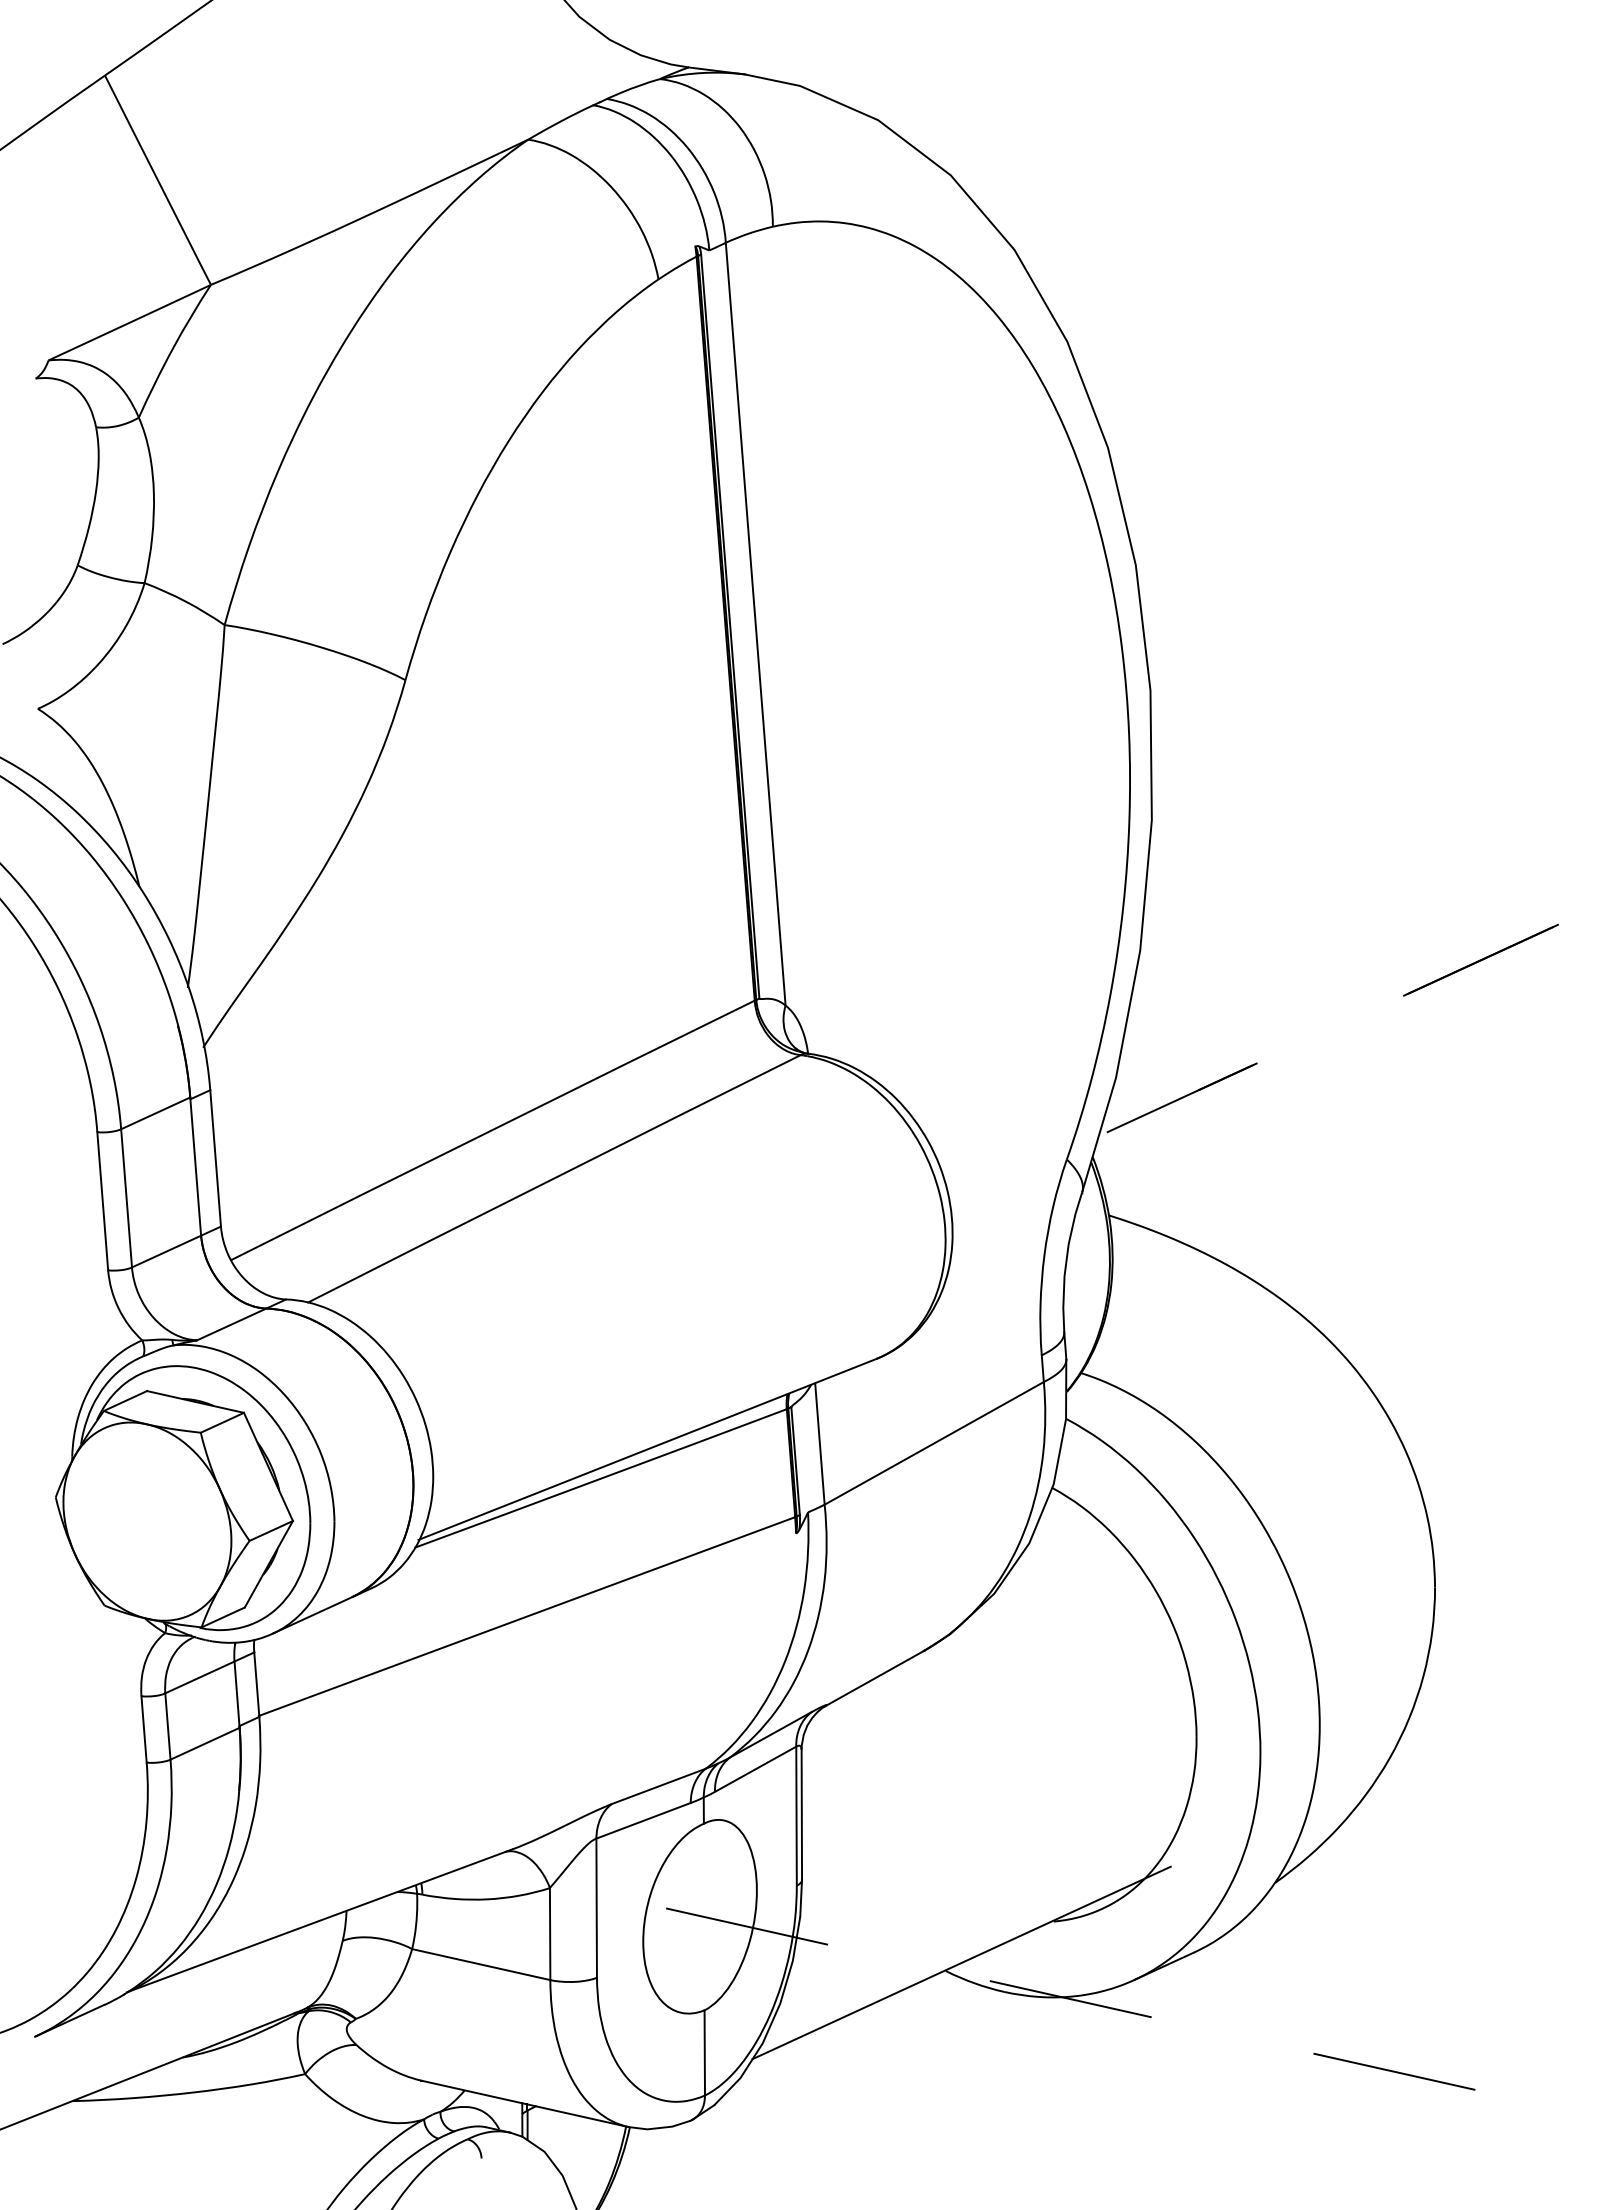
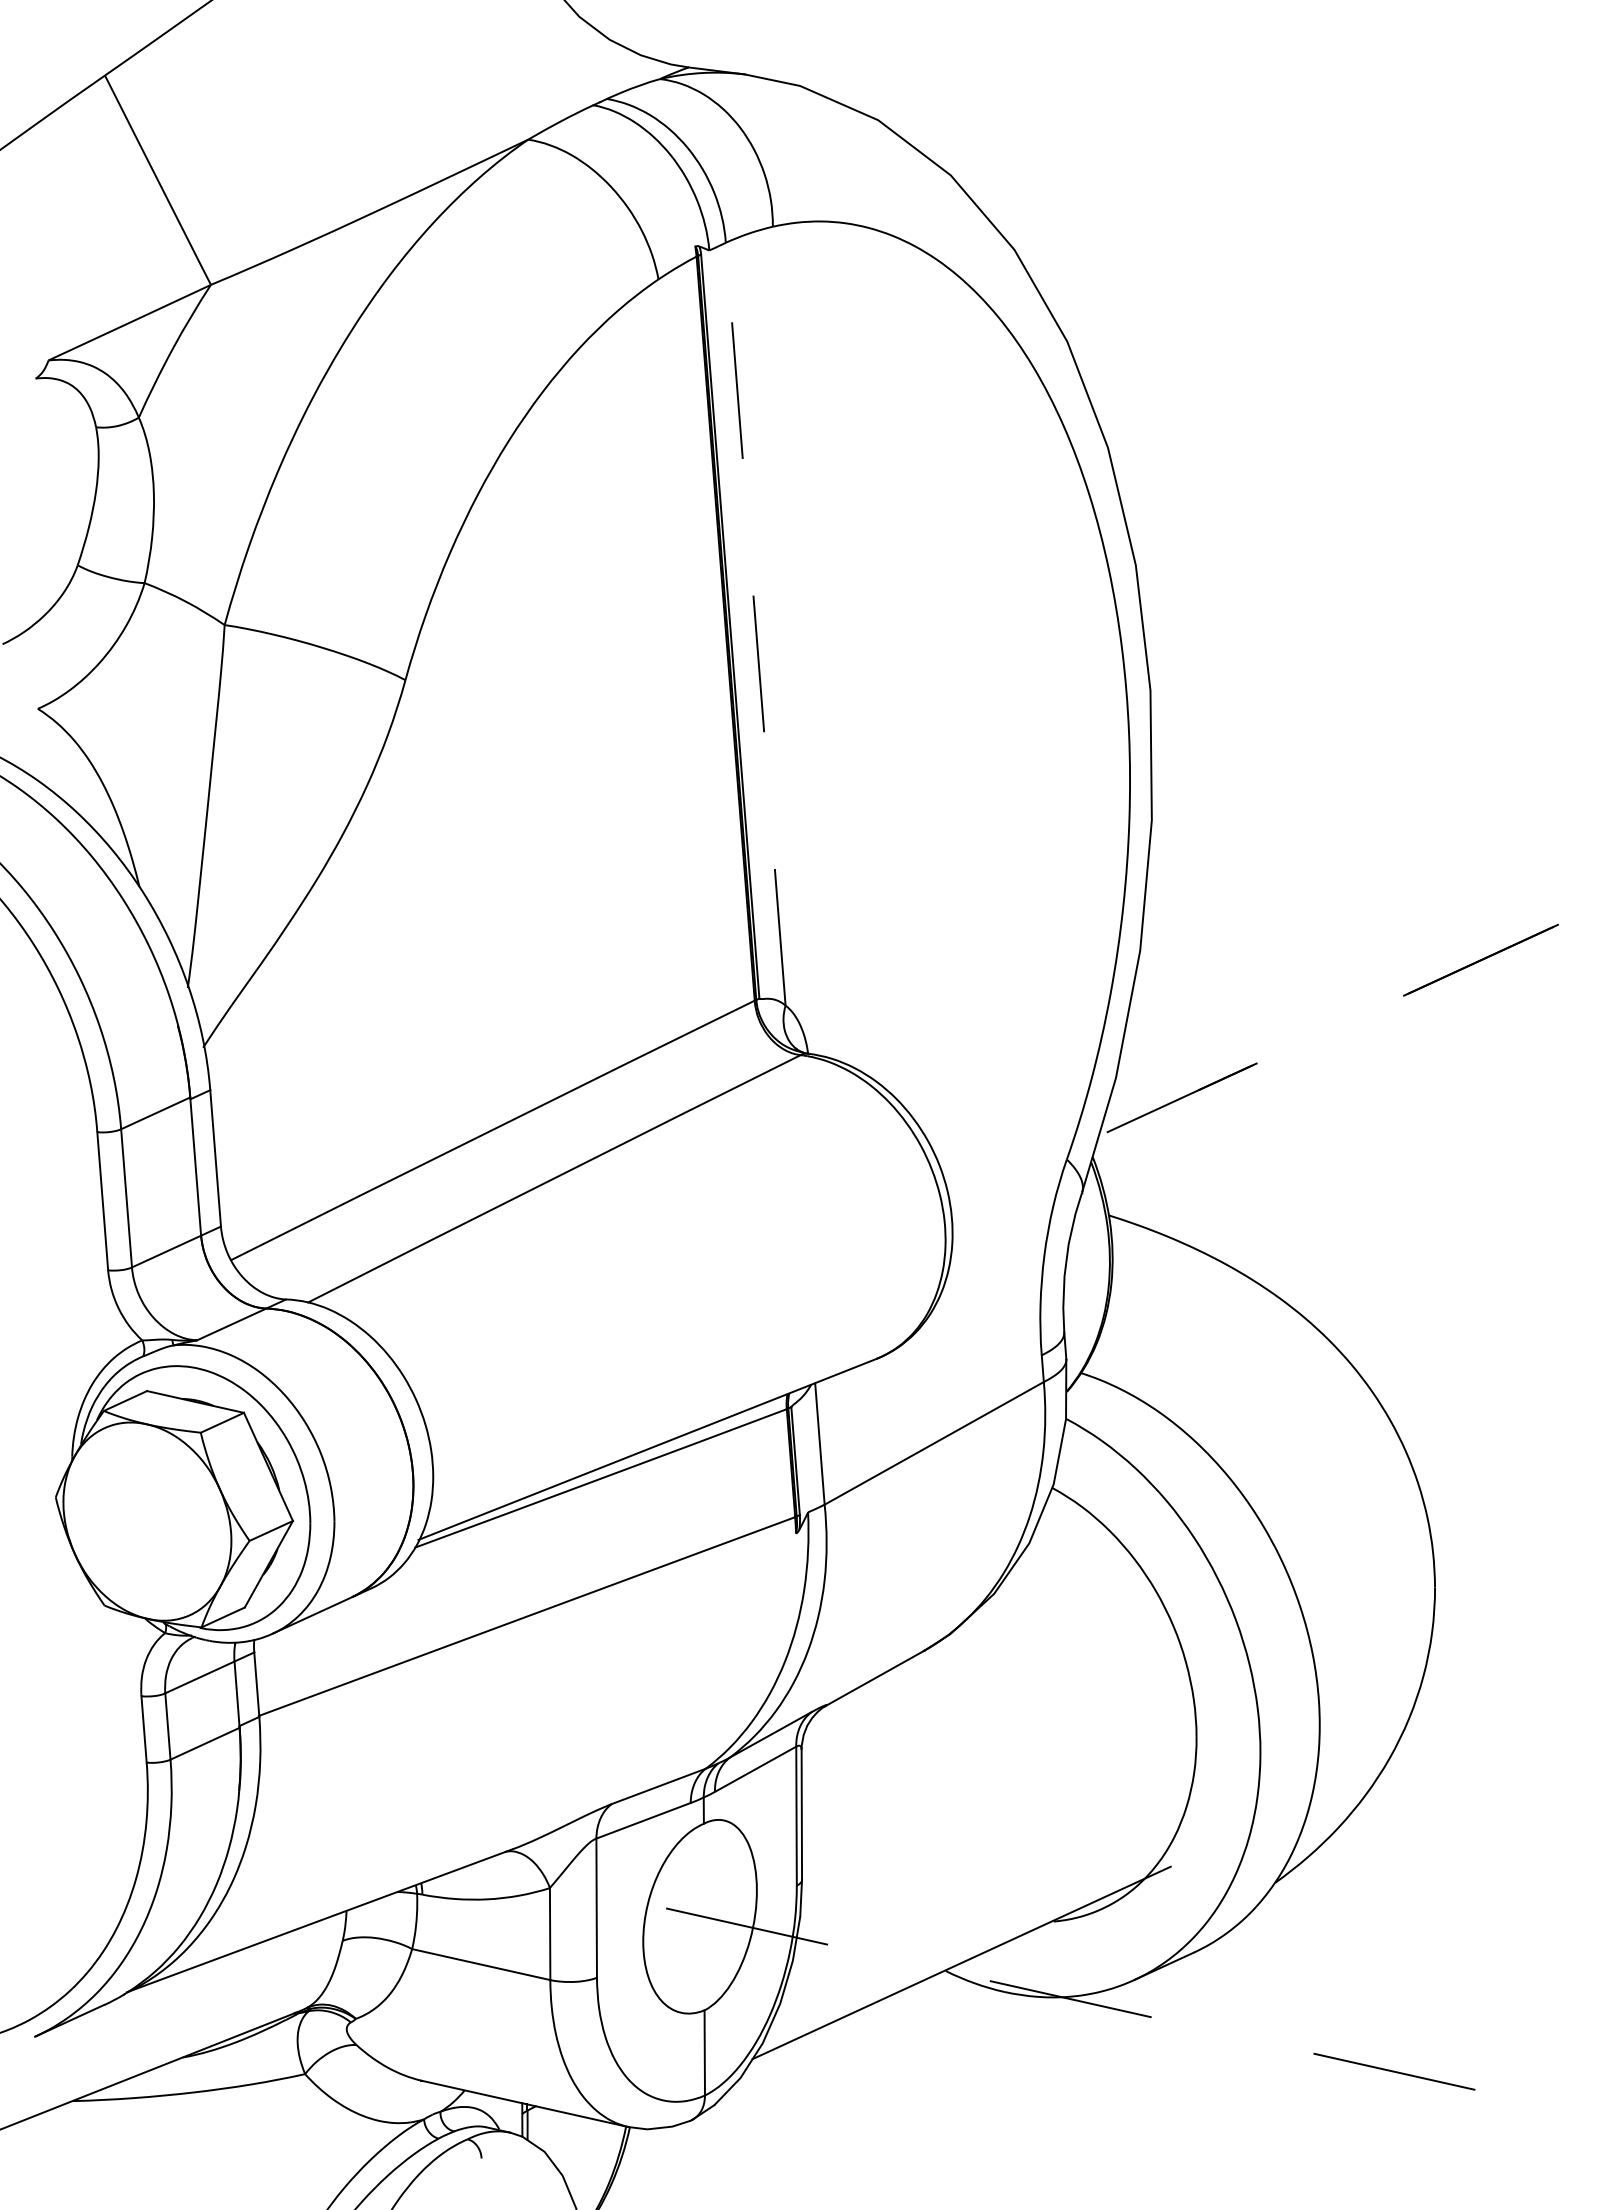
line at (755, 624): solid -> dashed
